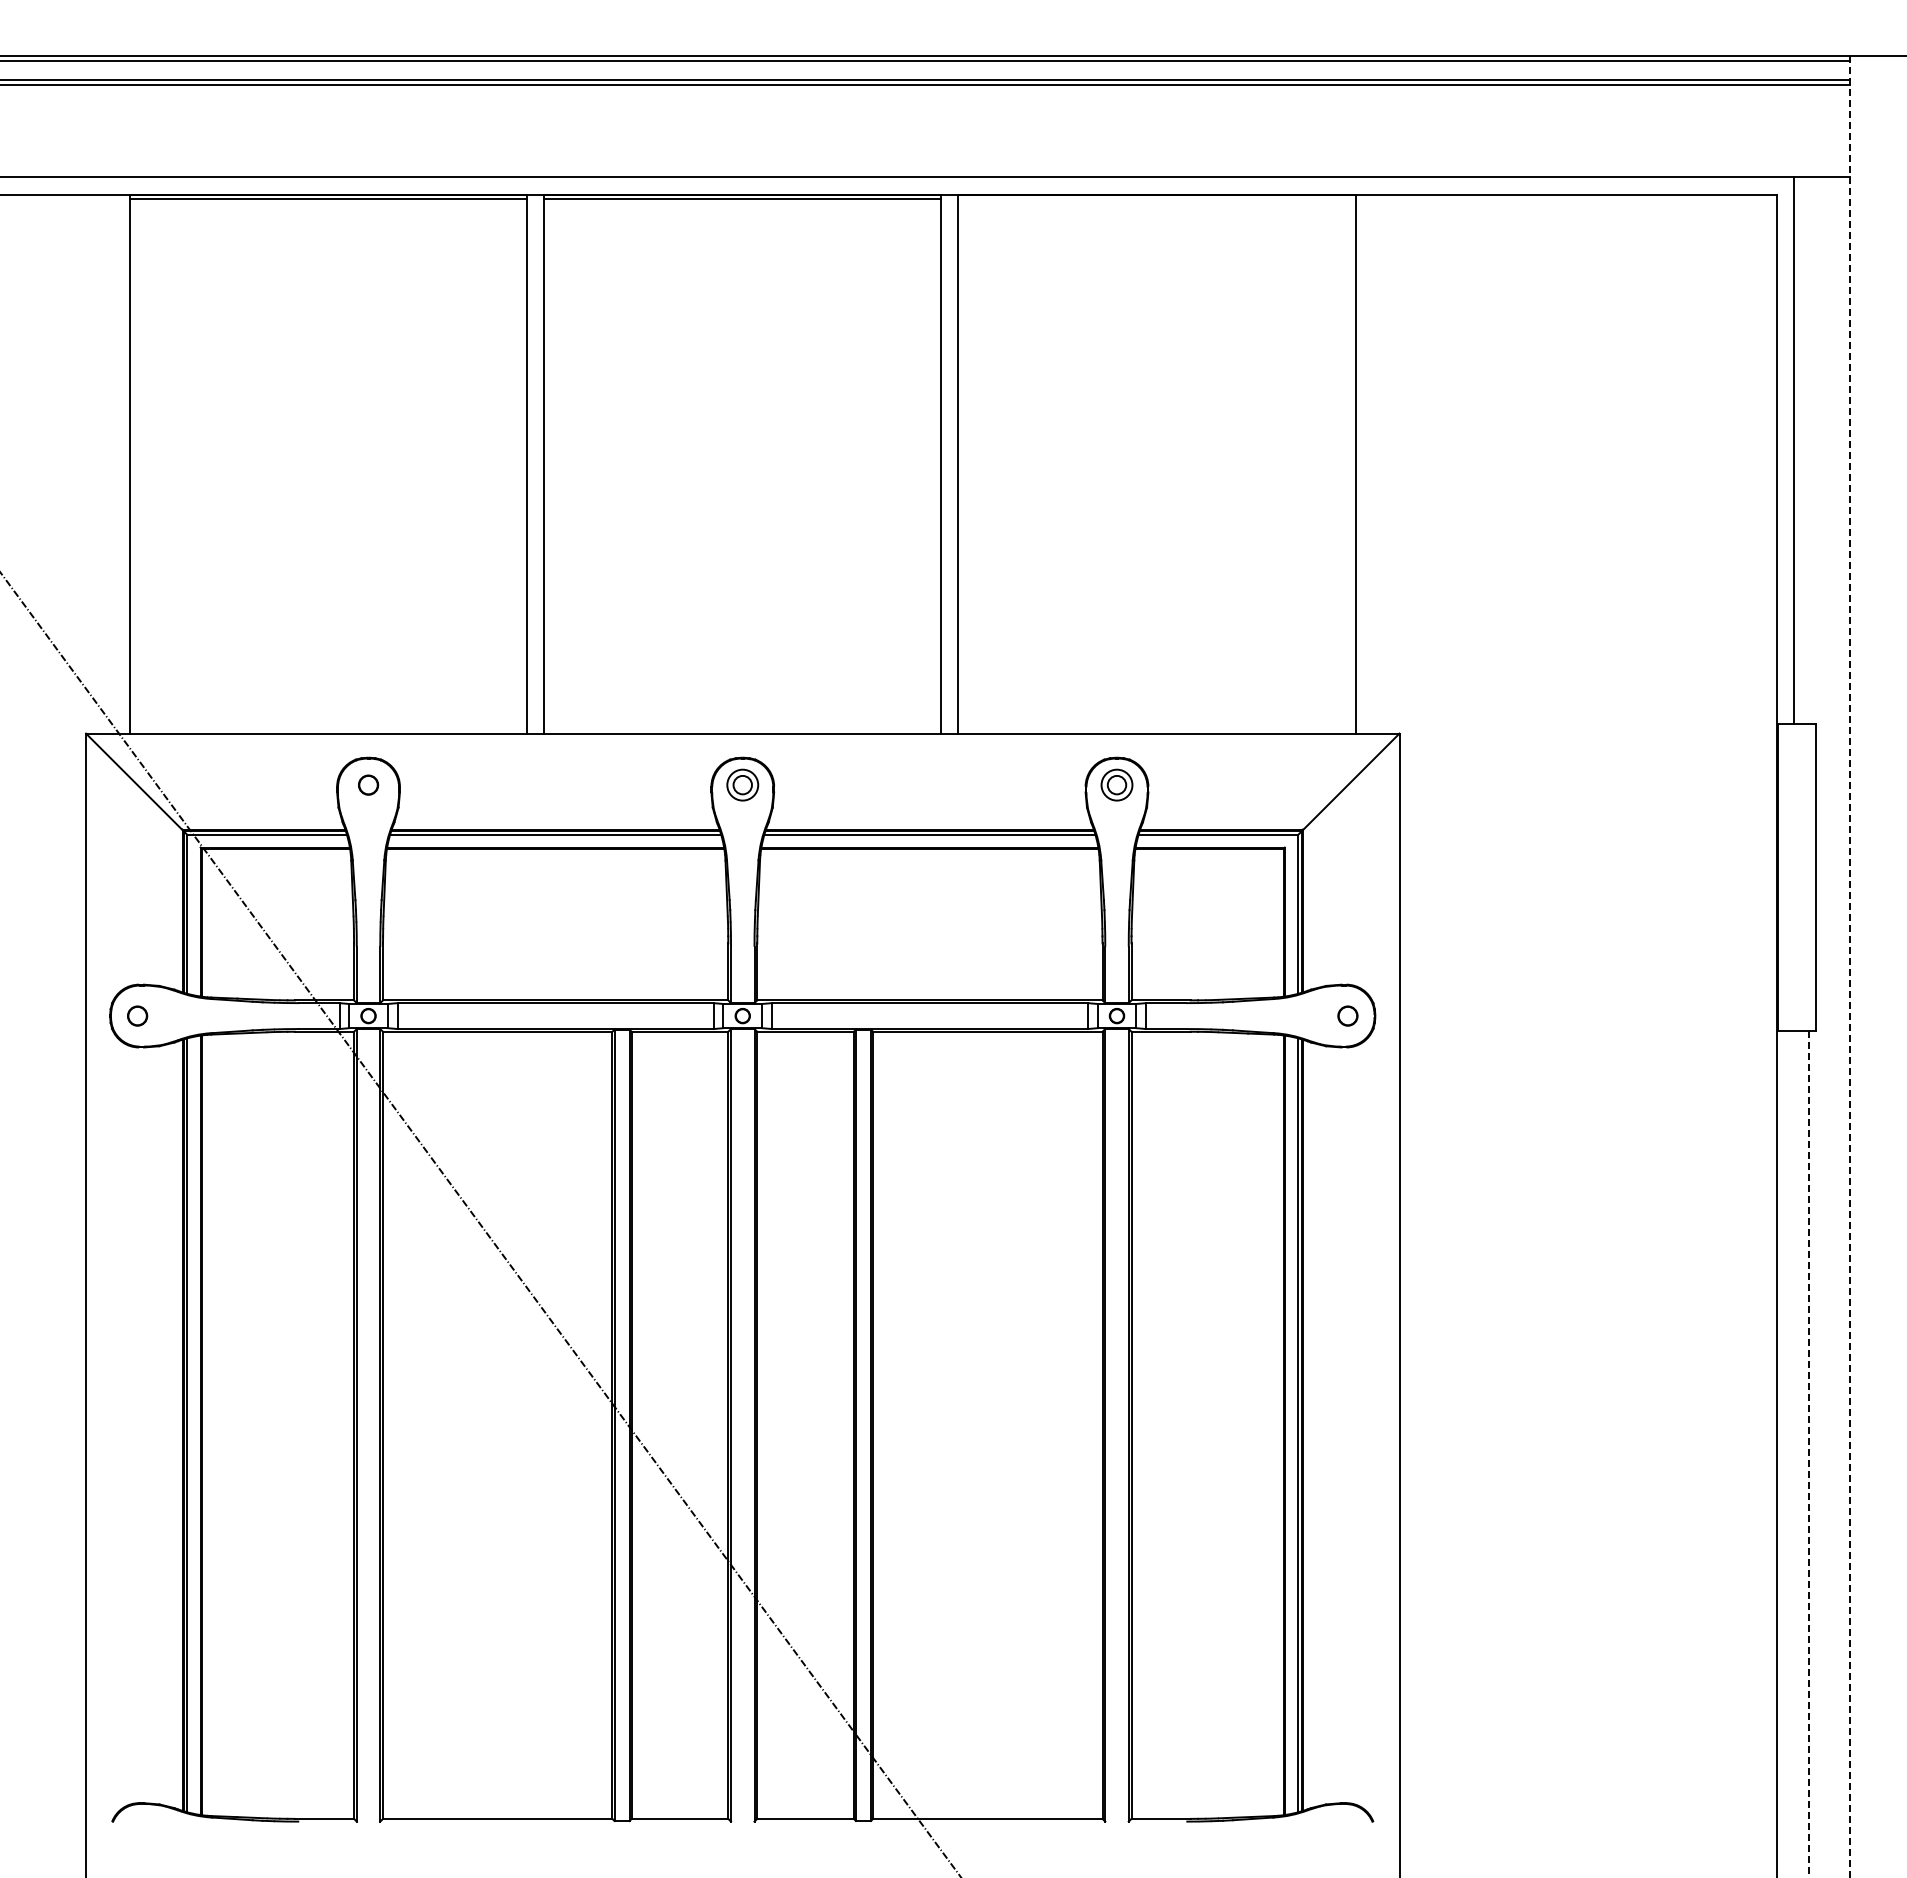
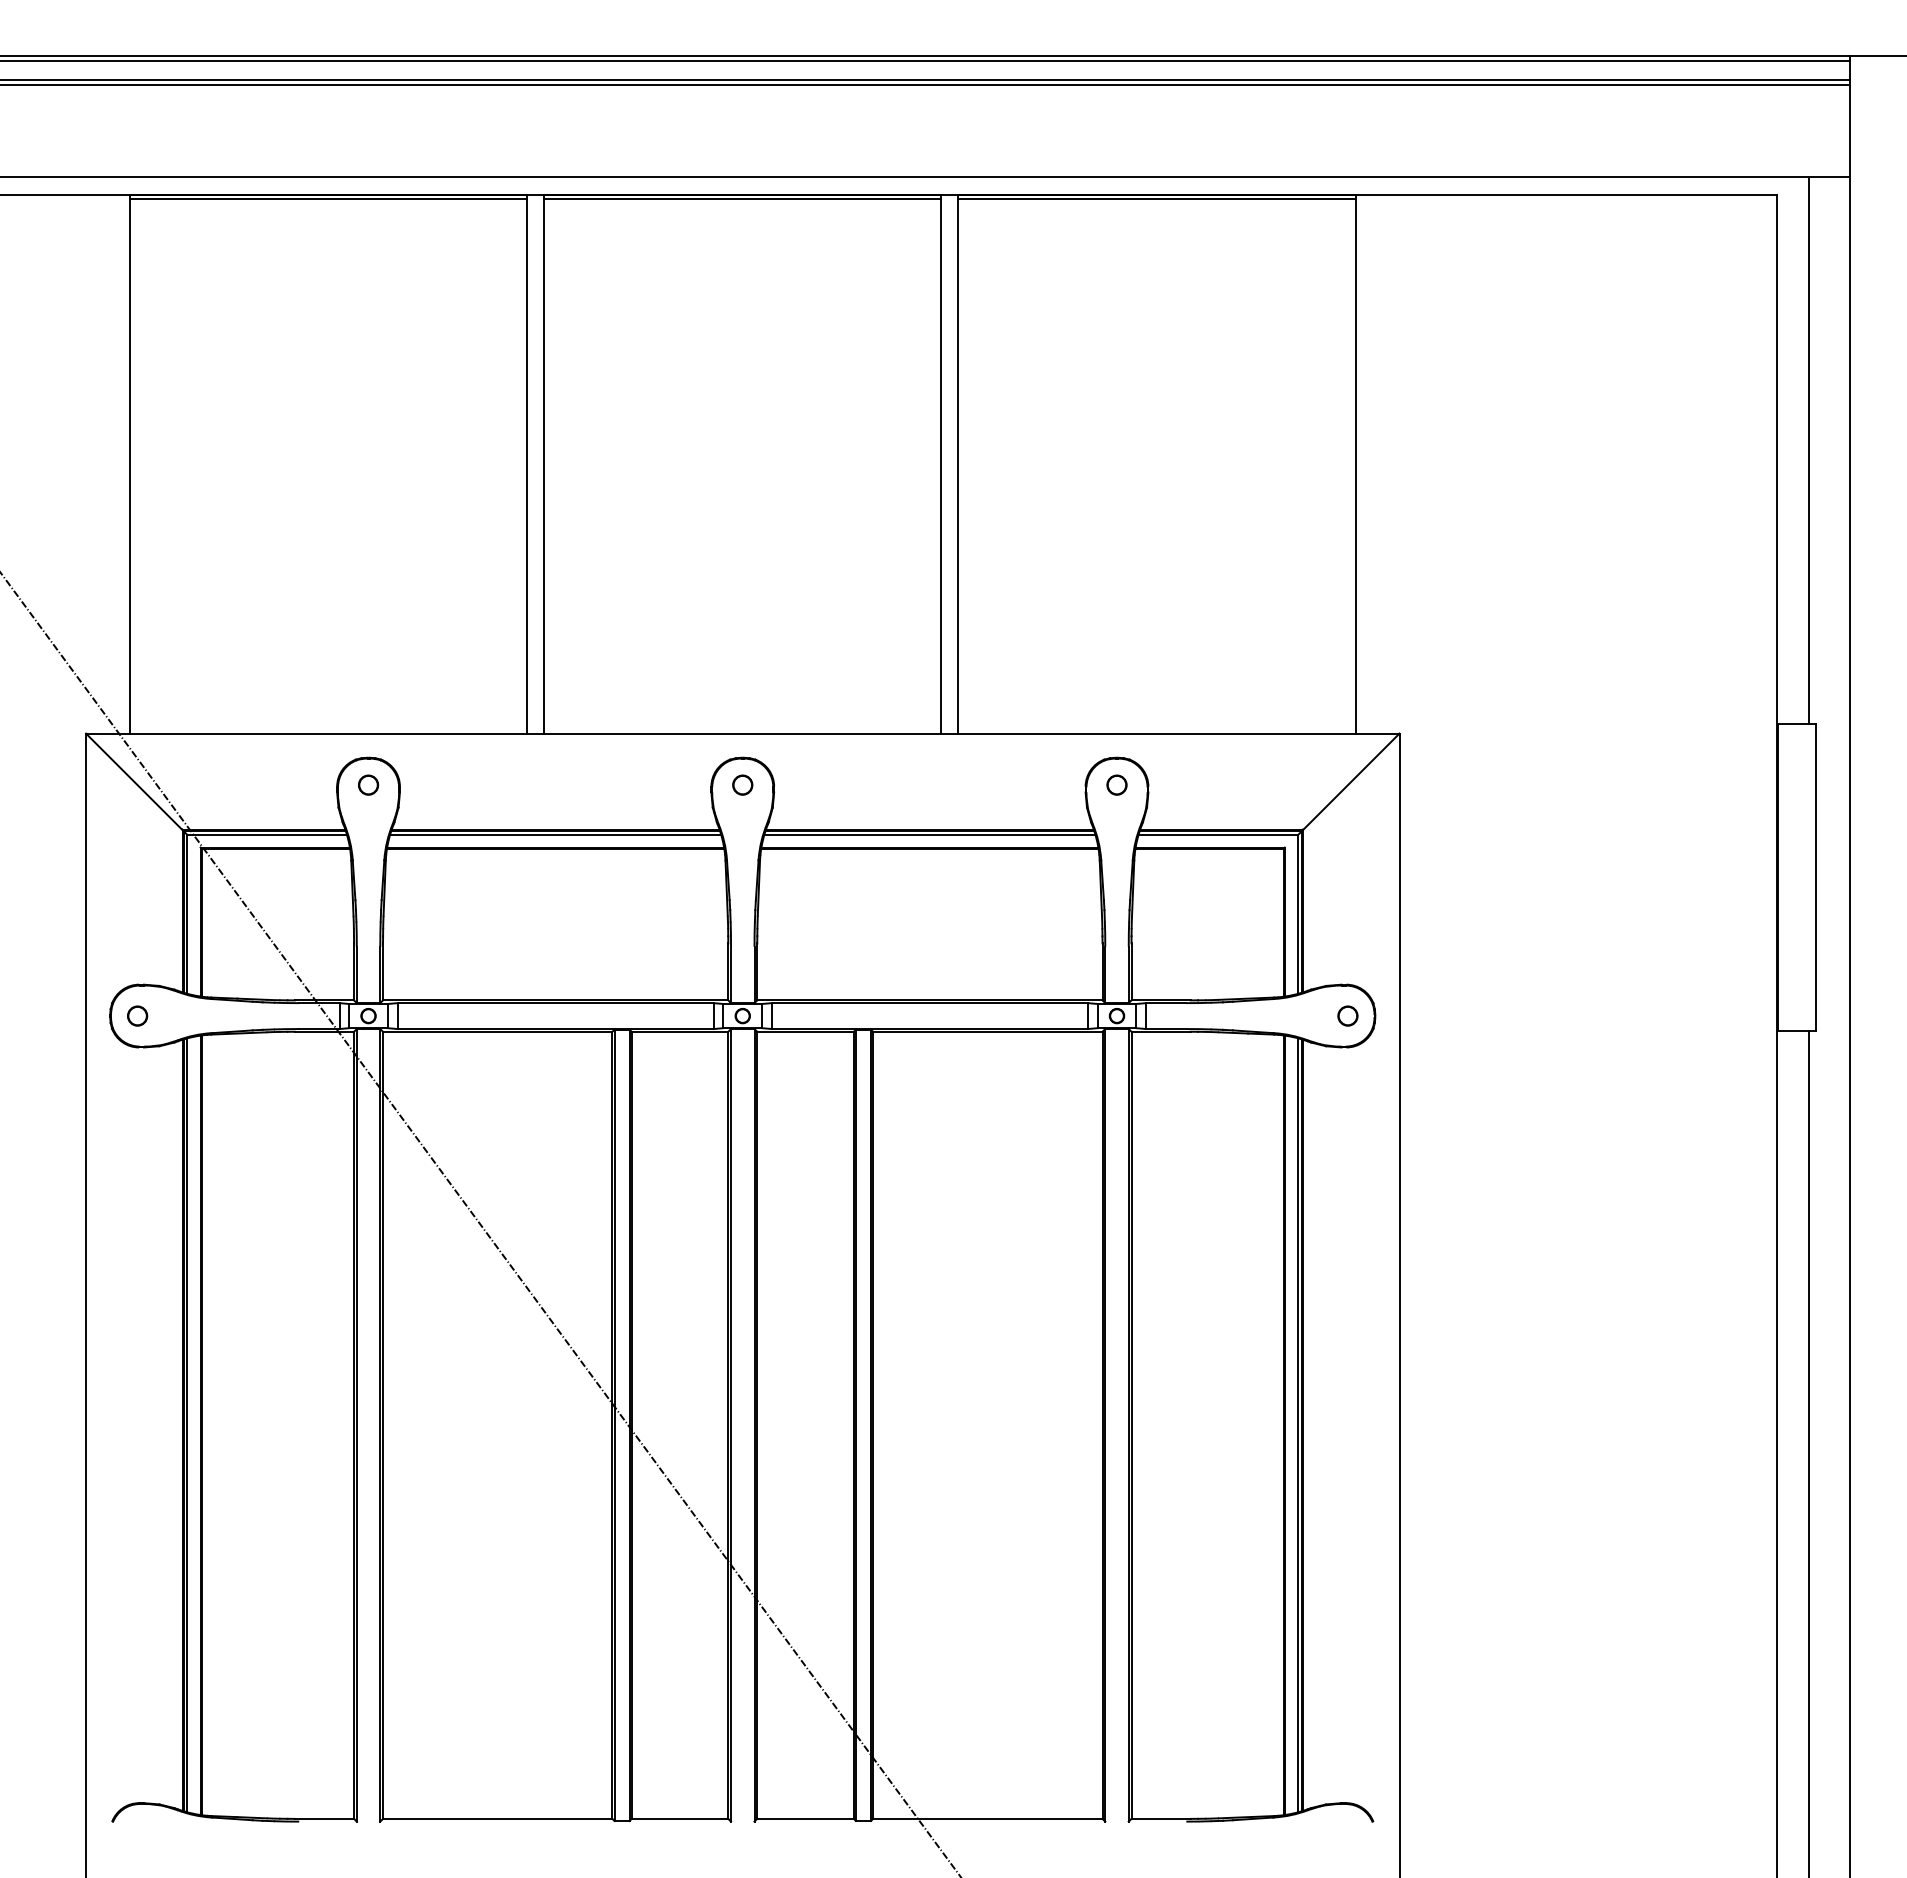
line at (1156, 198): none -> present
line at (1793, 450) position: (1793, 450) -> (1808, 450)
circle at (742, 784) diameter: 31 px -> 19 px
circle at (1116, 784) diameter: 31 px -> 19 px
line at (1849, 967): dashed -> solid
line at (1808, 1454): dashed -> solid
